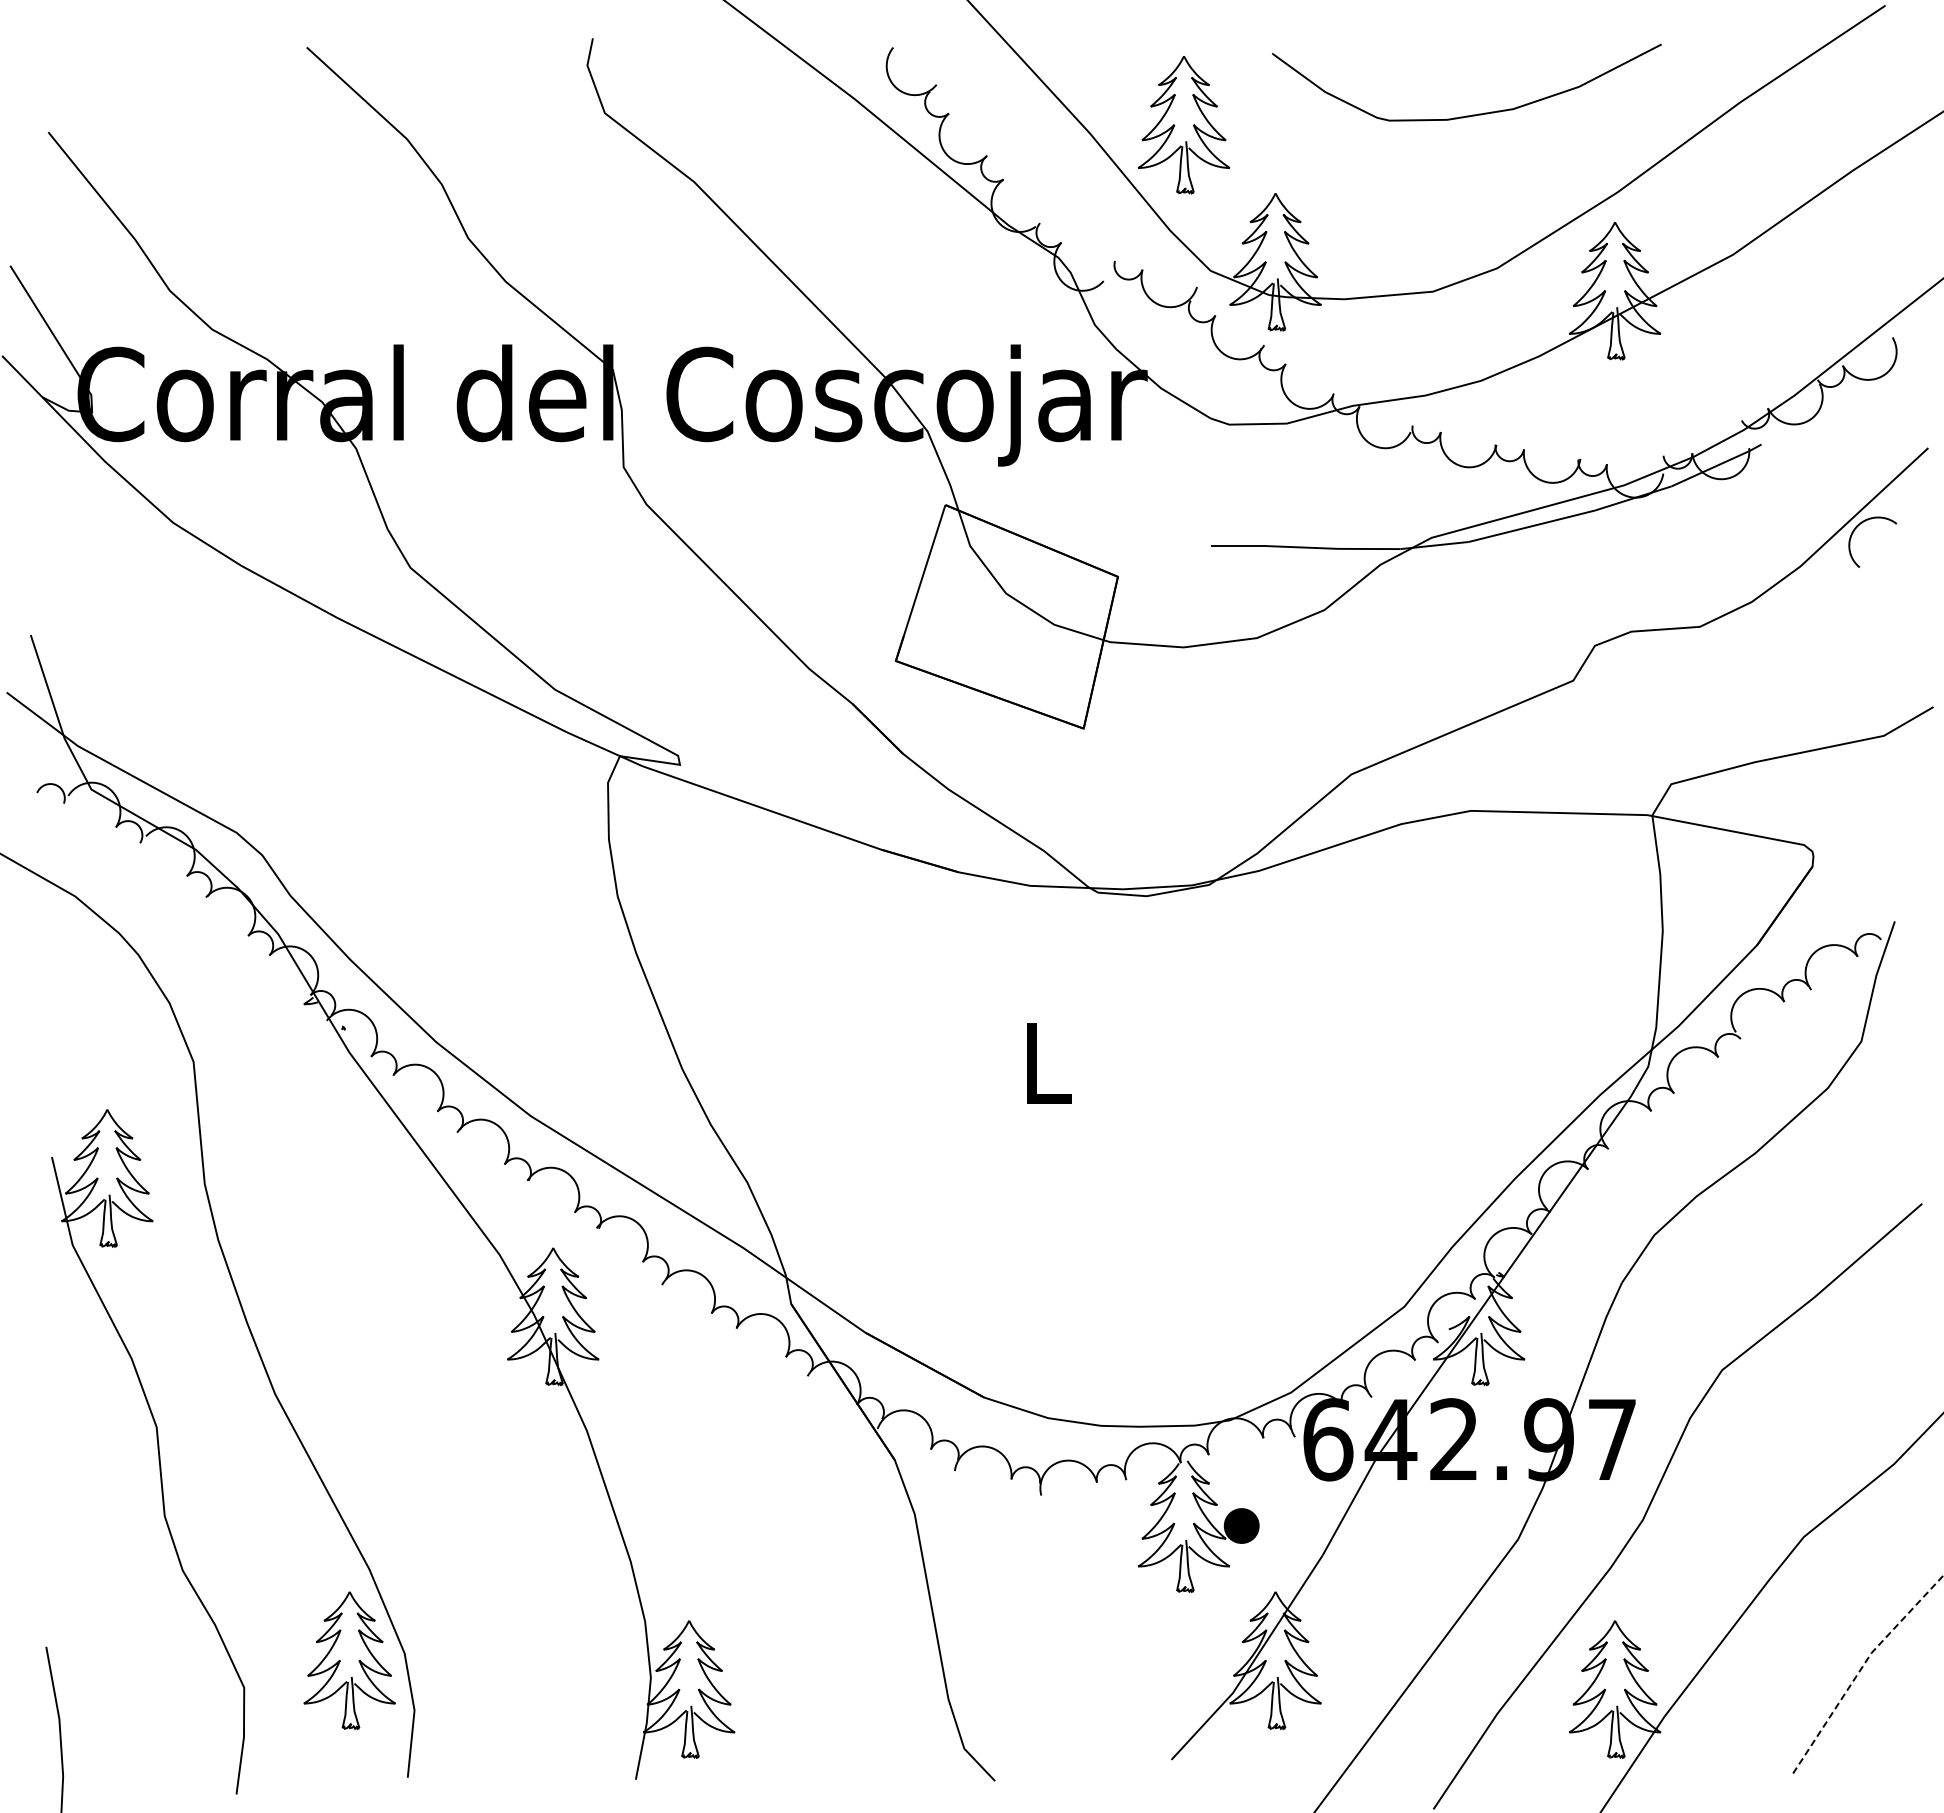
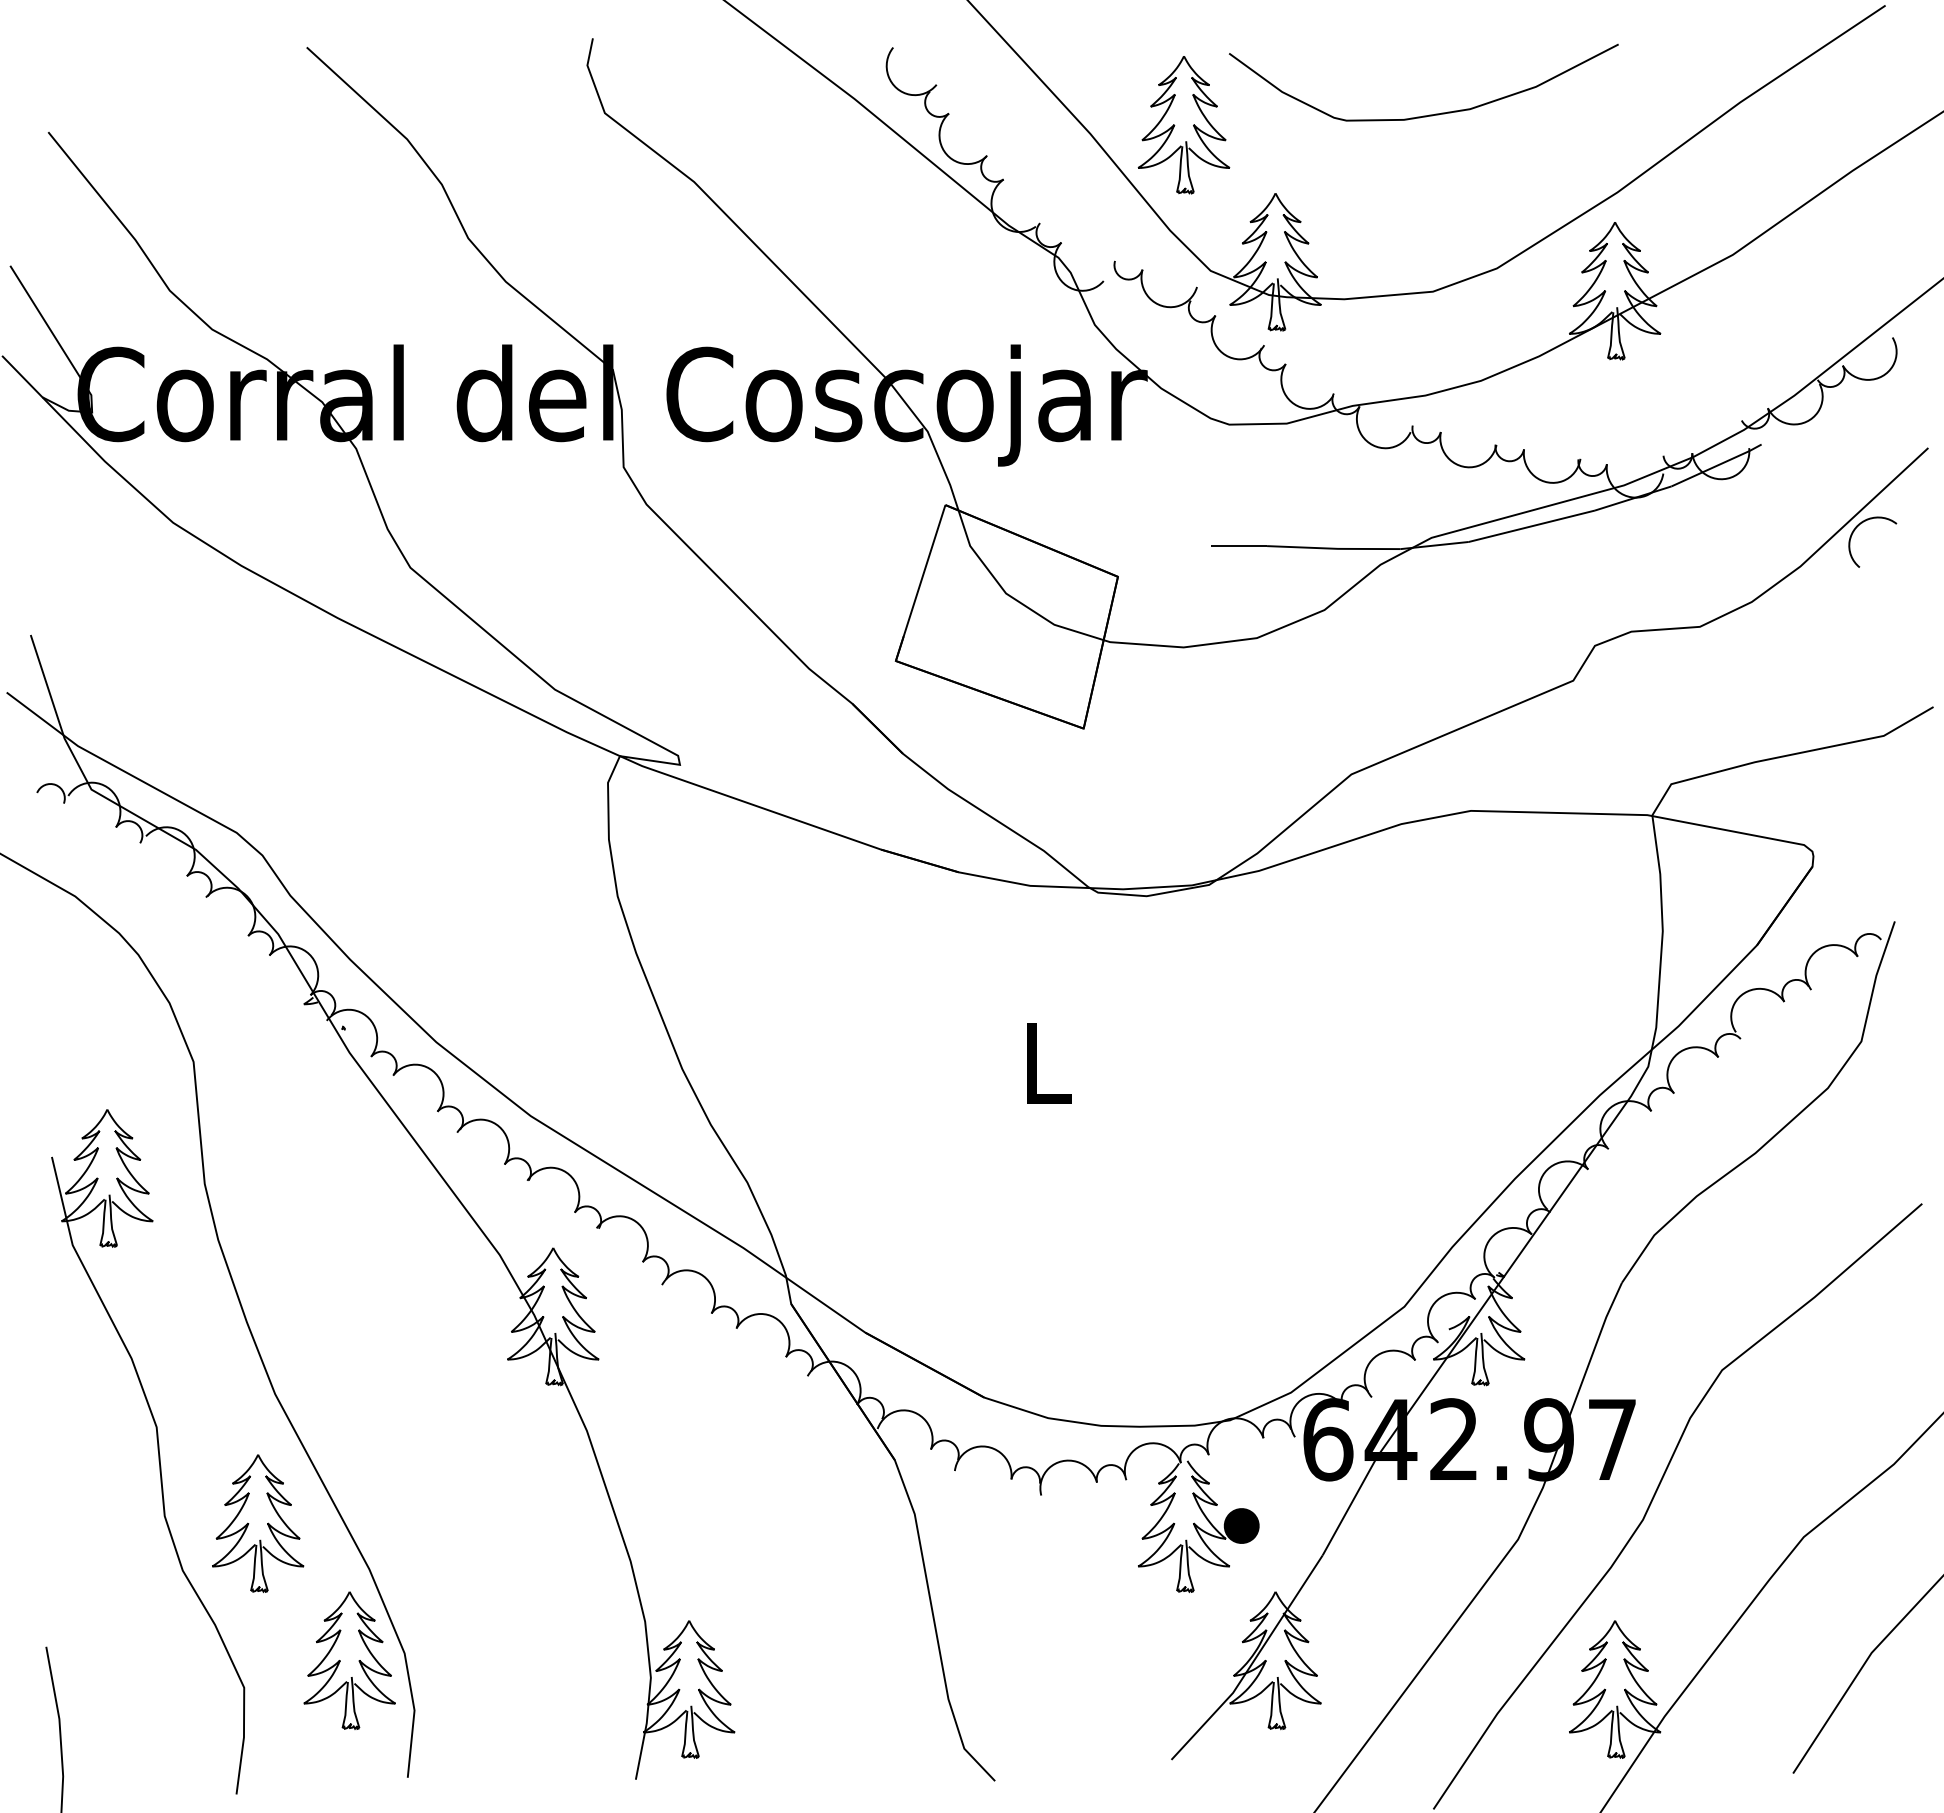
curve at (1472, 114) position: (1472, 114) -> (1429, 114)
part at (258, 1523): none -> present
line at (1861, 1667): dashed -> solid
